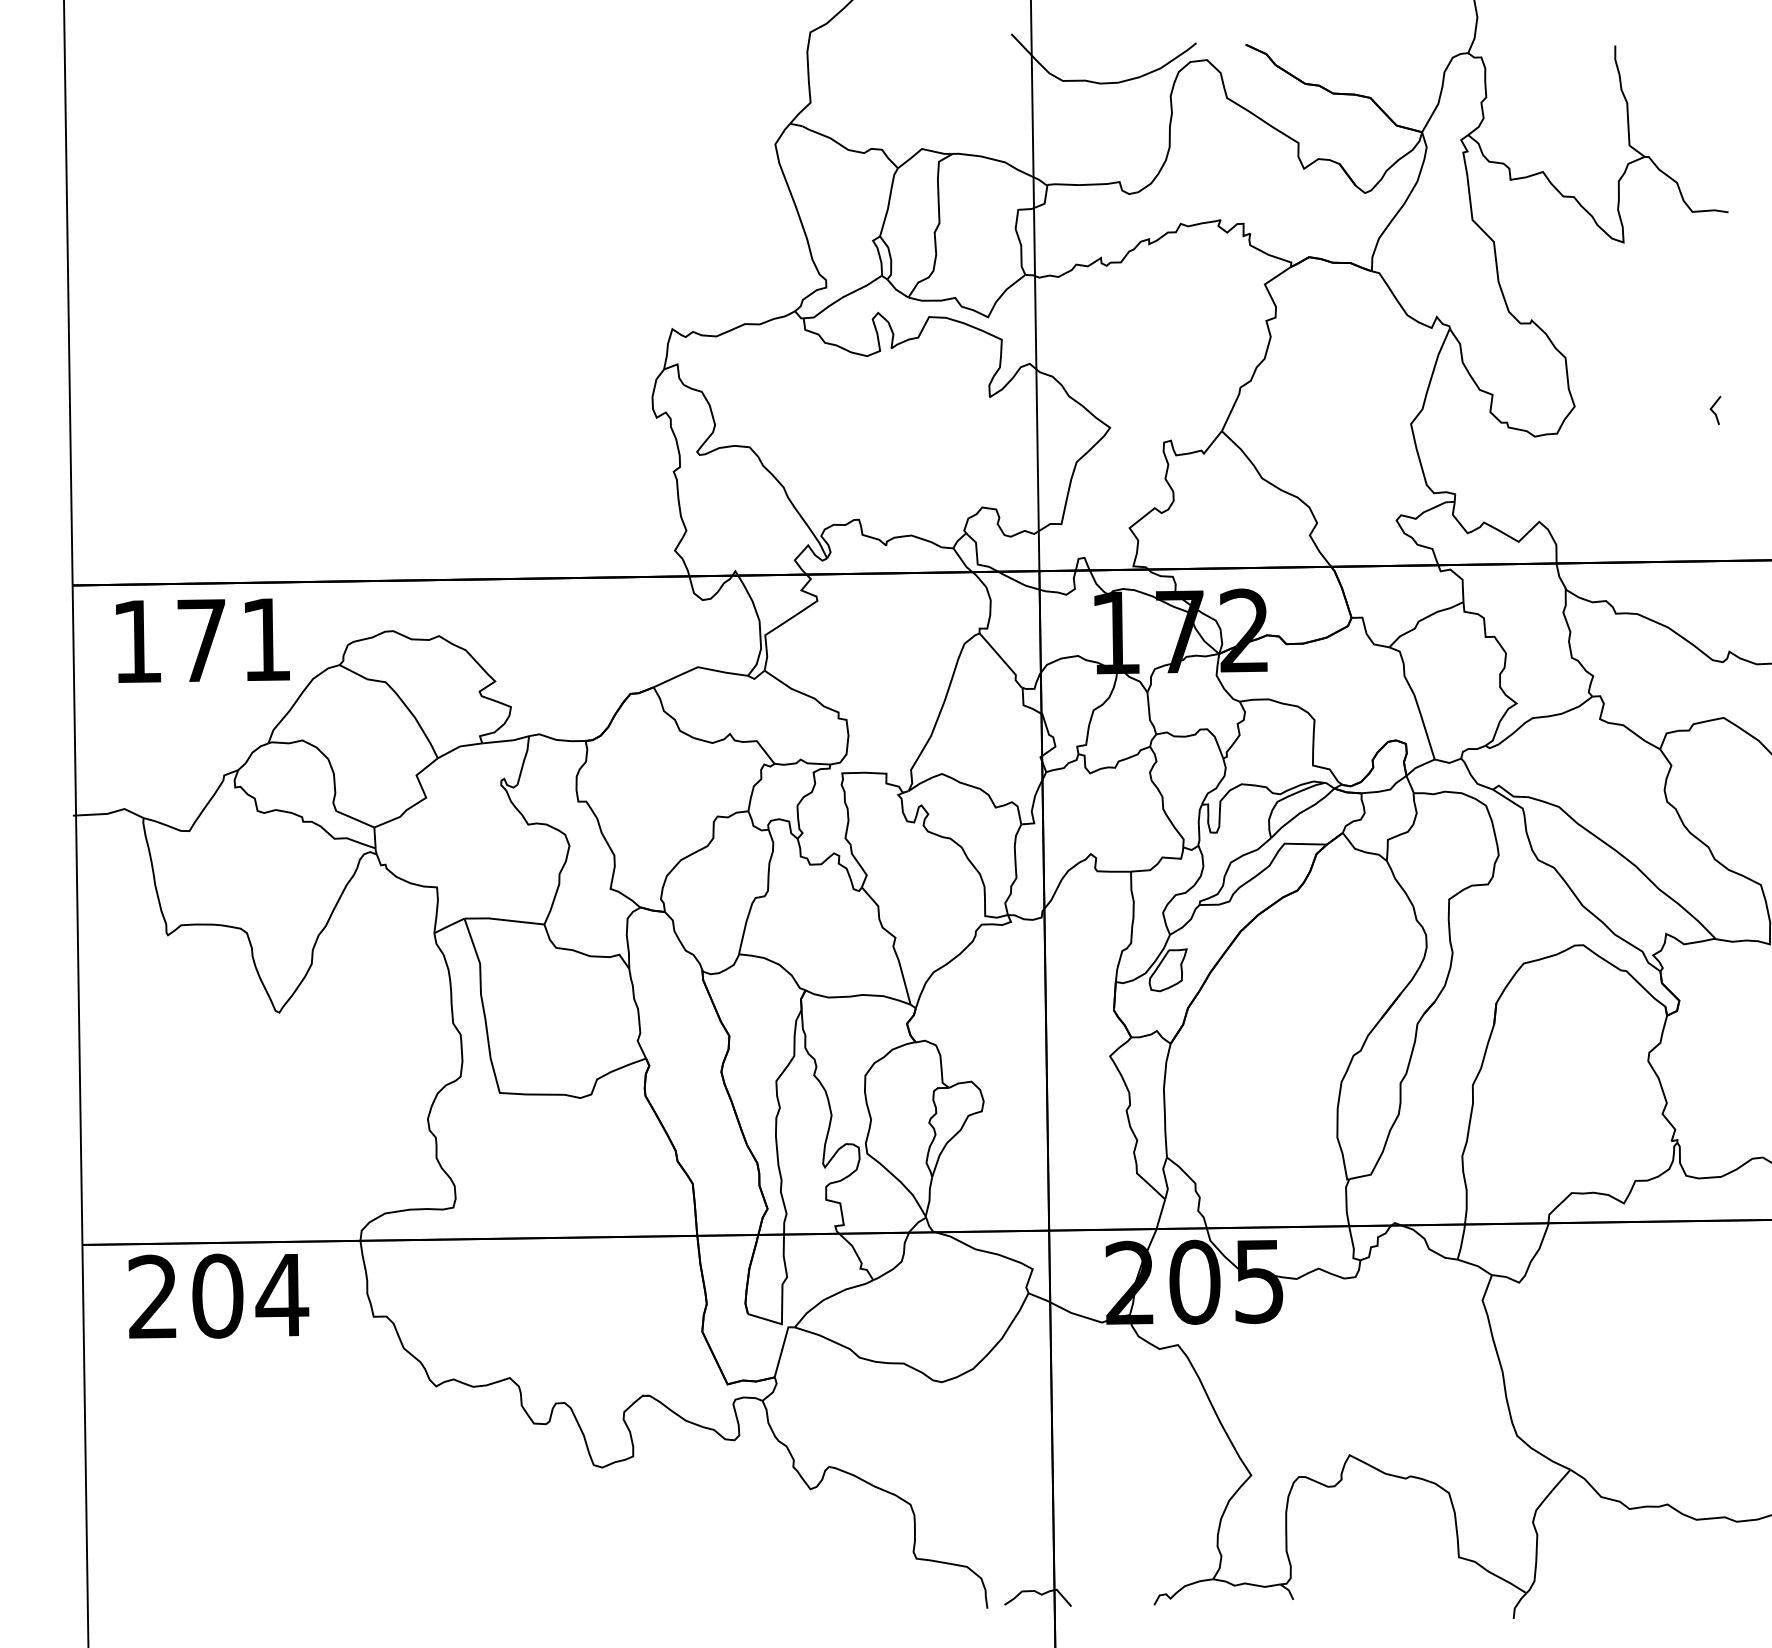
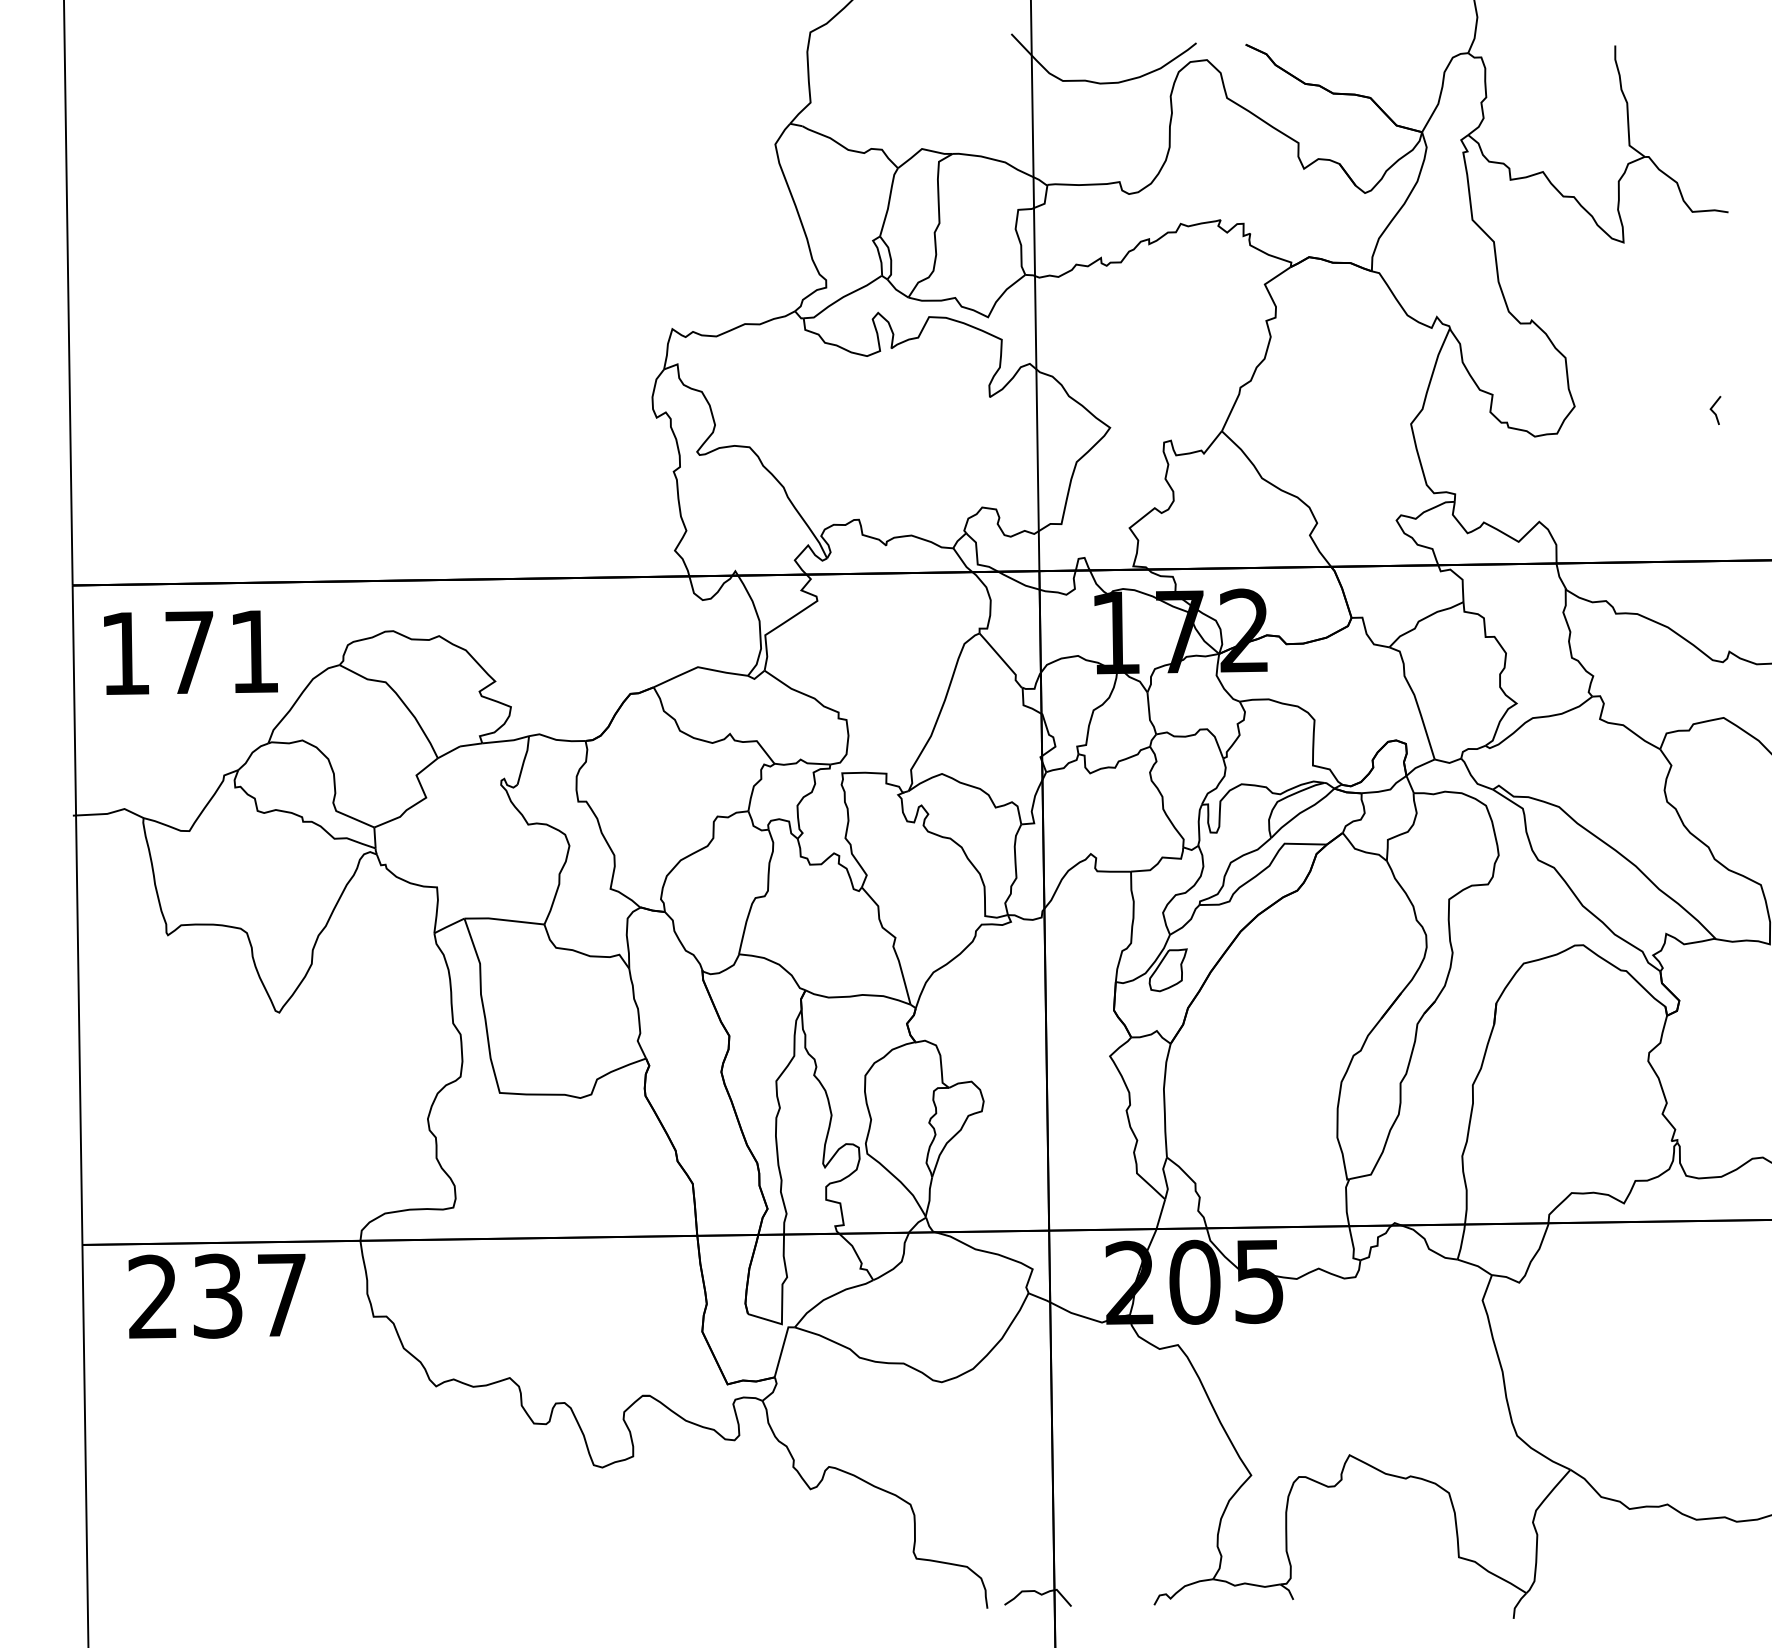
text at (202, 640) position: (202, 640) -> (190, 652)
text at (250, 1295): 204 -> 237
